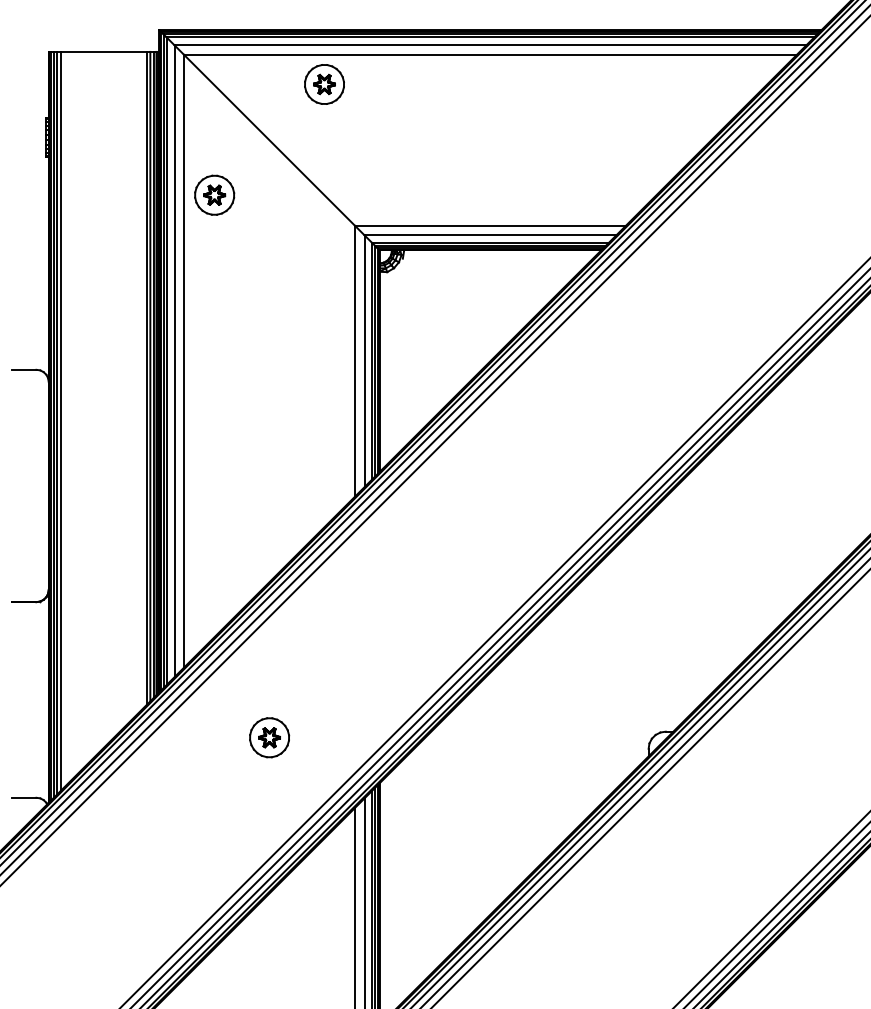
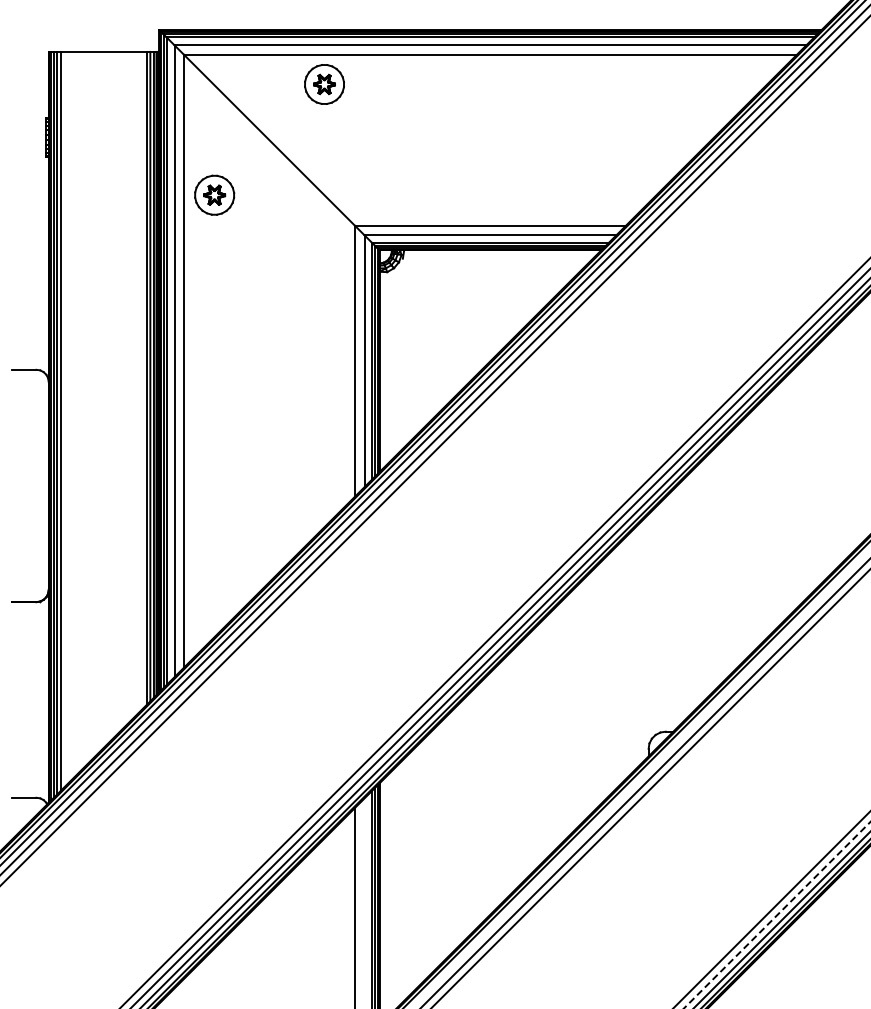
part at (269, 737): present -> none
line at (640, 778): present -> none
line at (364, 901): present -> none
line at (777, 915): solid -> dashed
